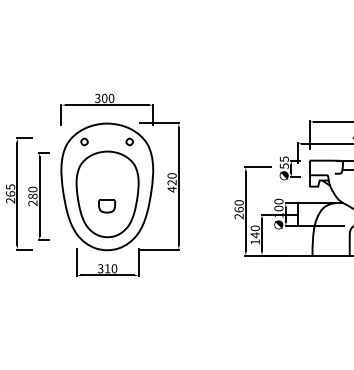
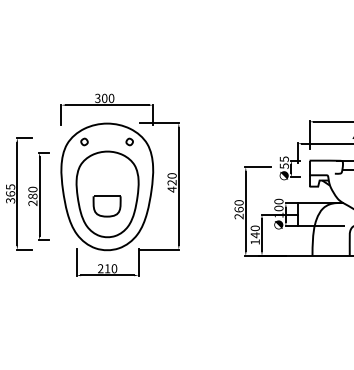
text at (11, 200): 265 -> 365
part at (107, 206) size: 19x15 px -> 30x23 px
text at (100, 269): 310 -> 210
